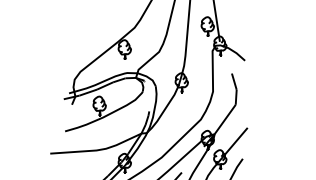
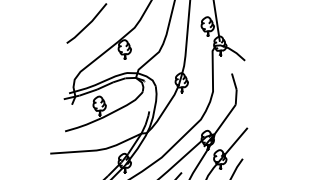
line at (87, 24): none -> present
